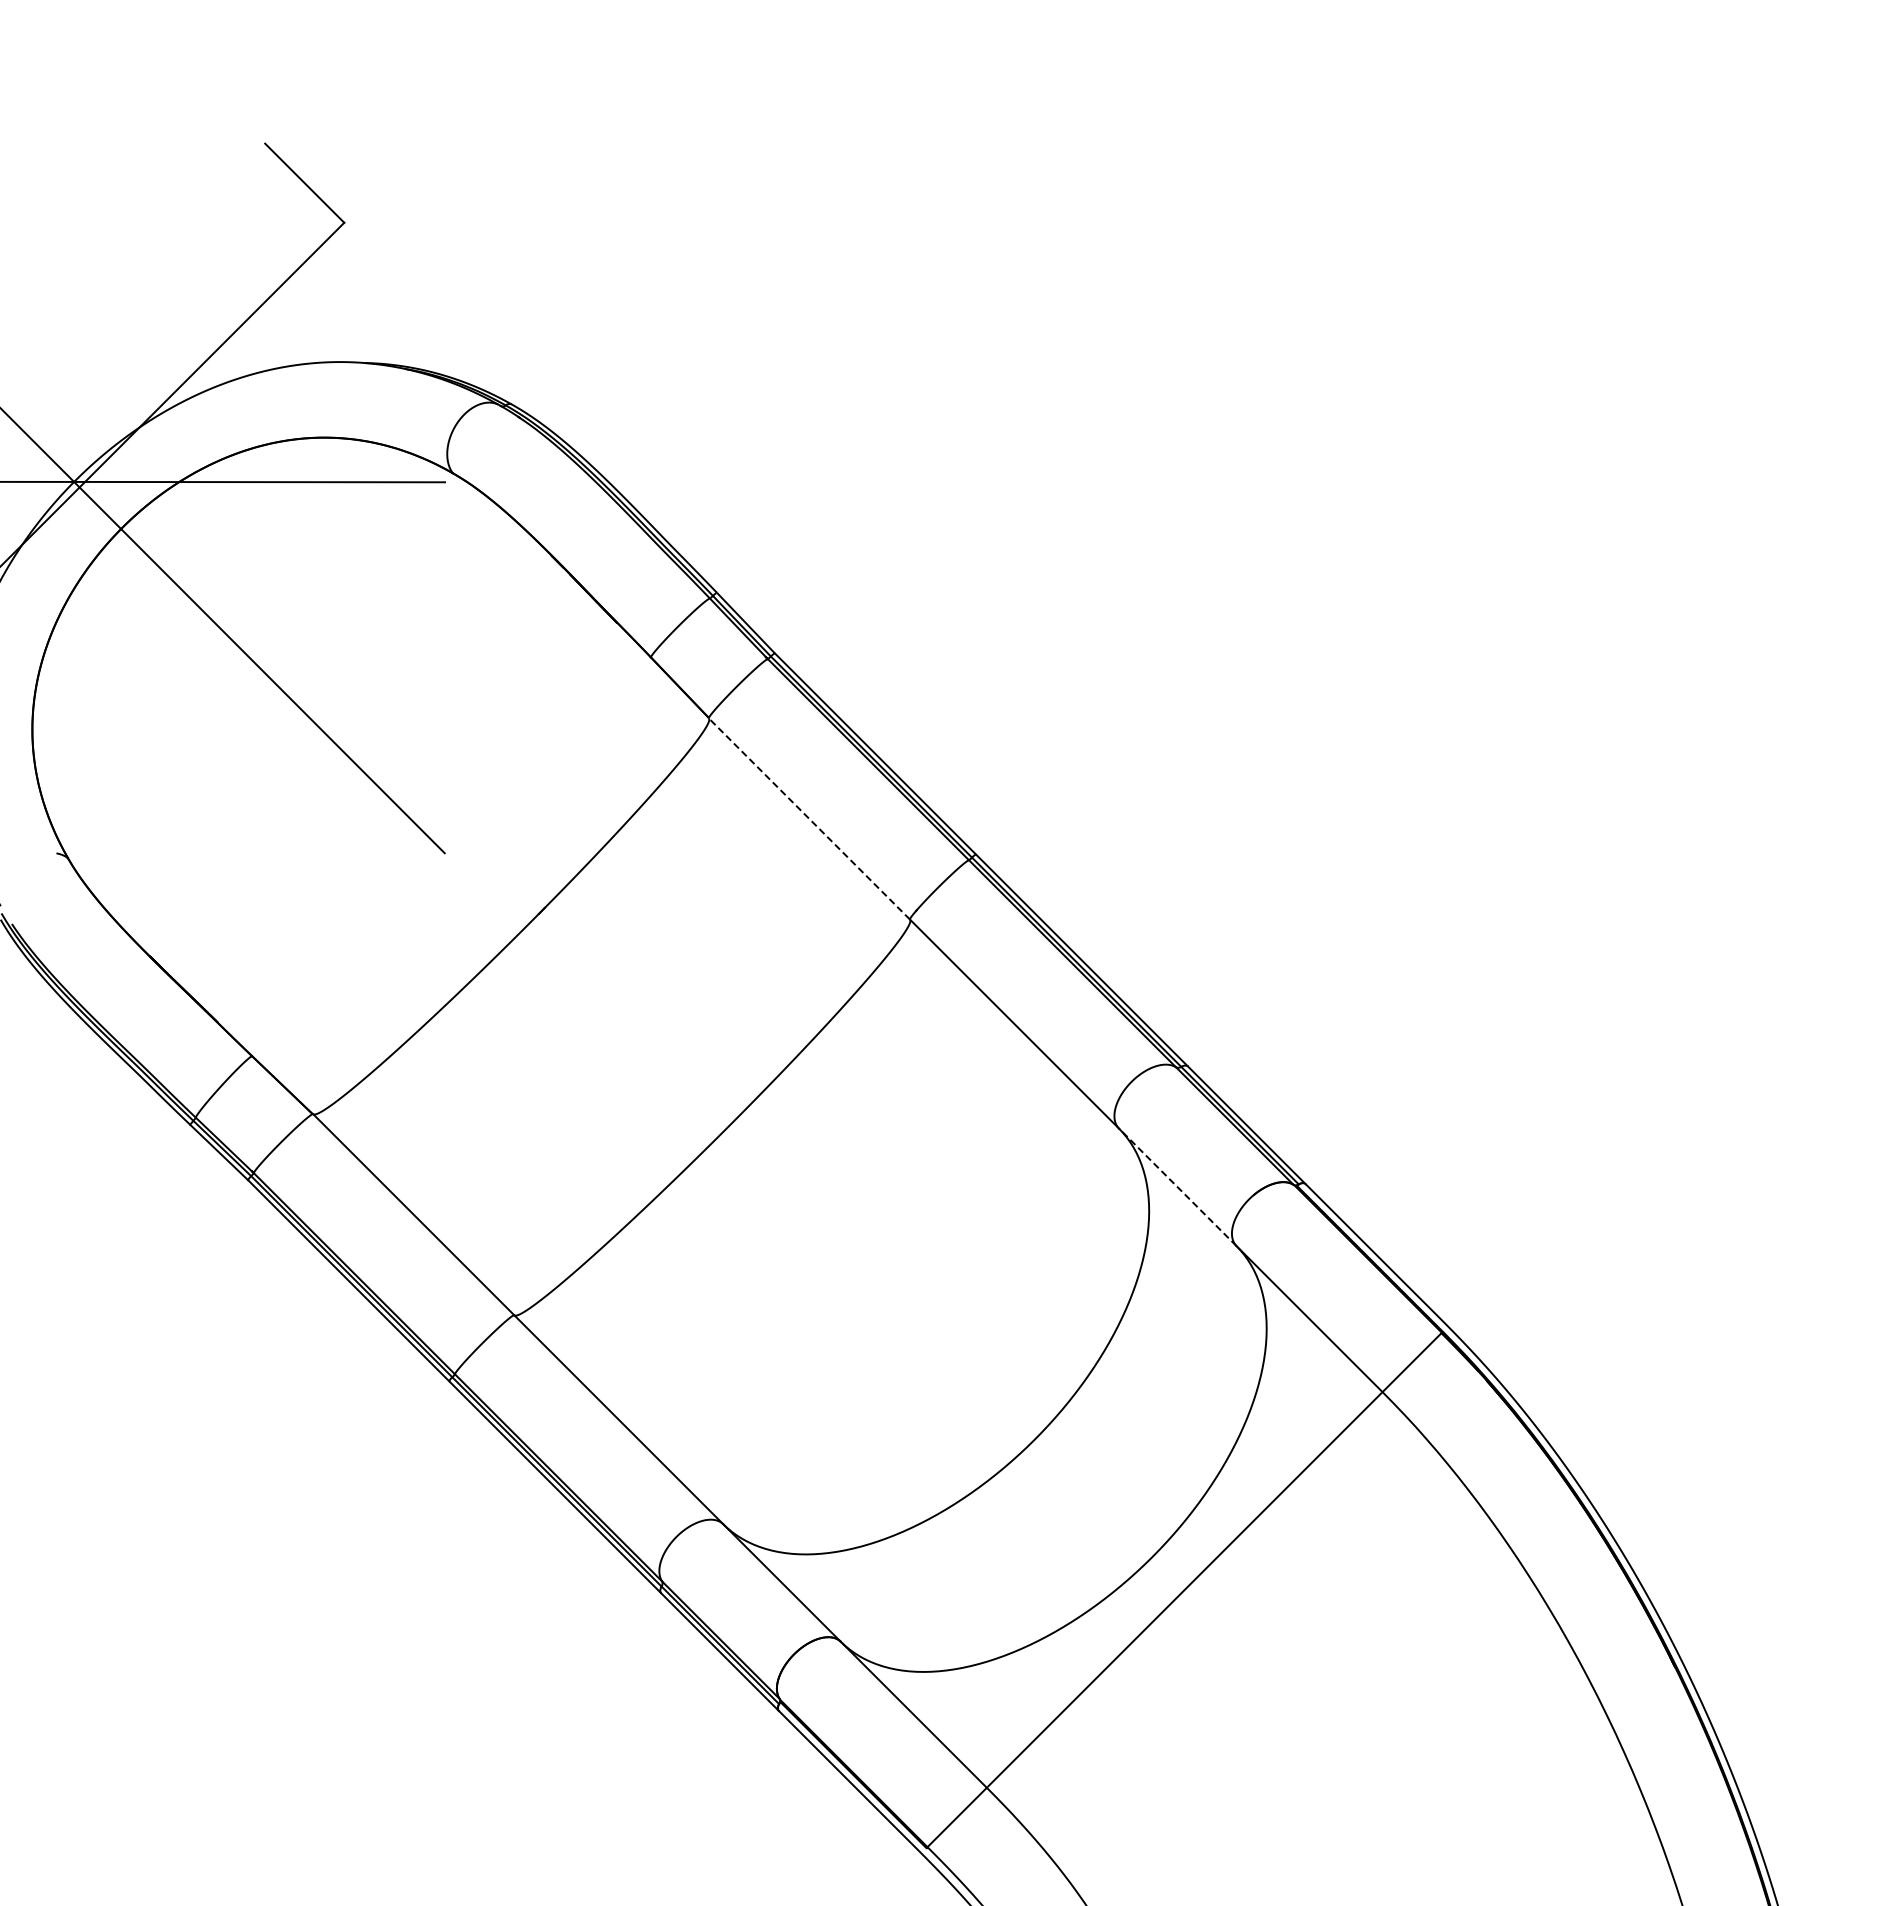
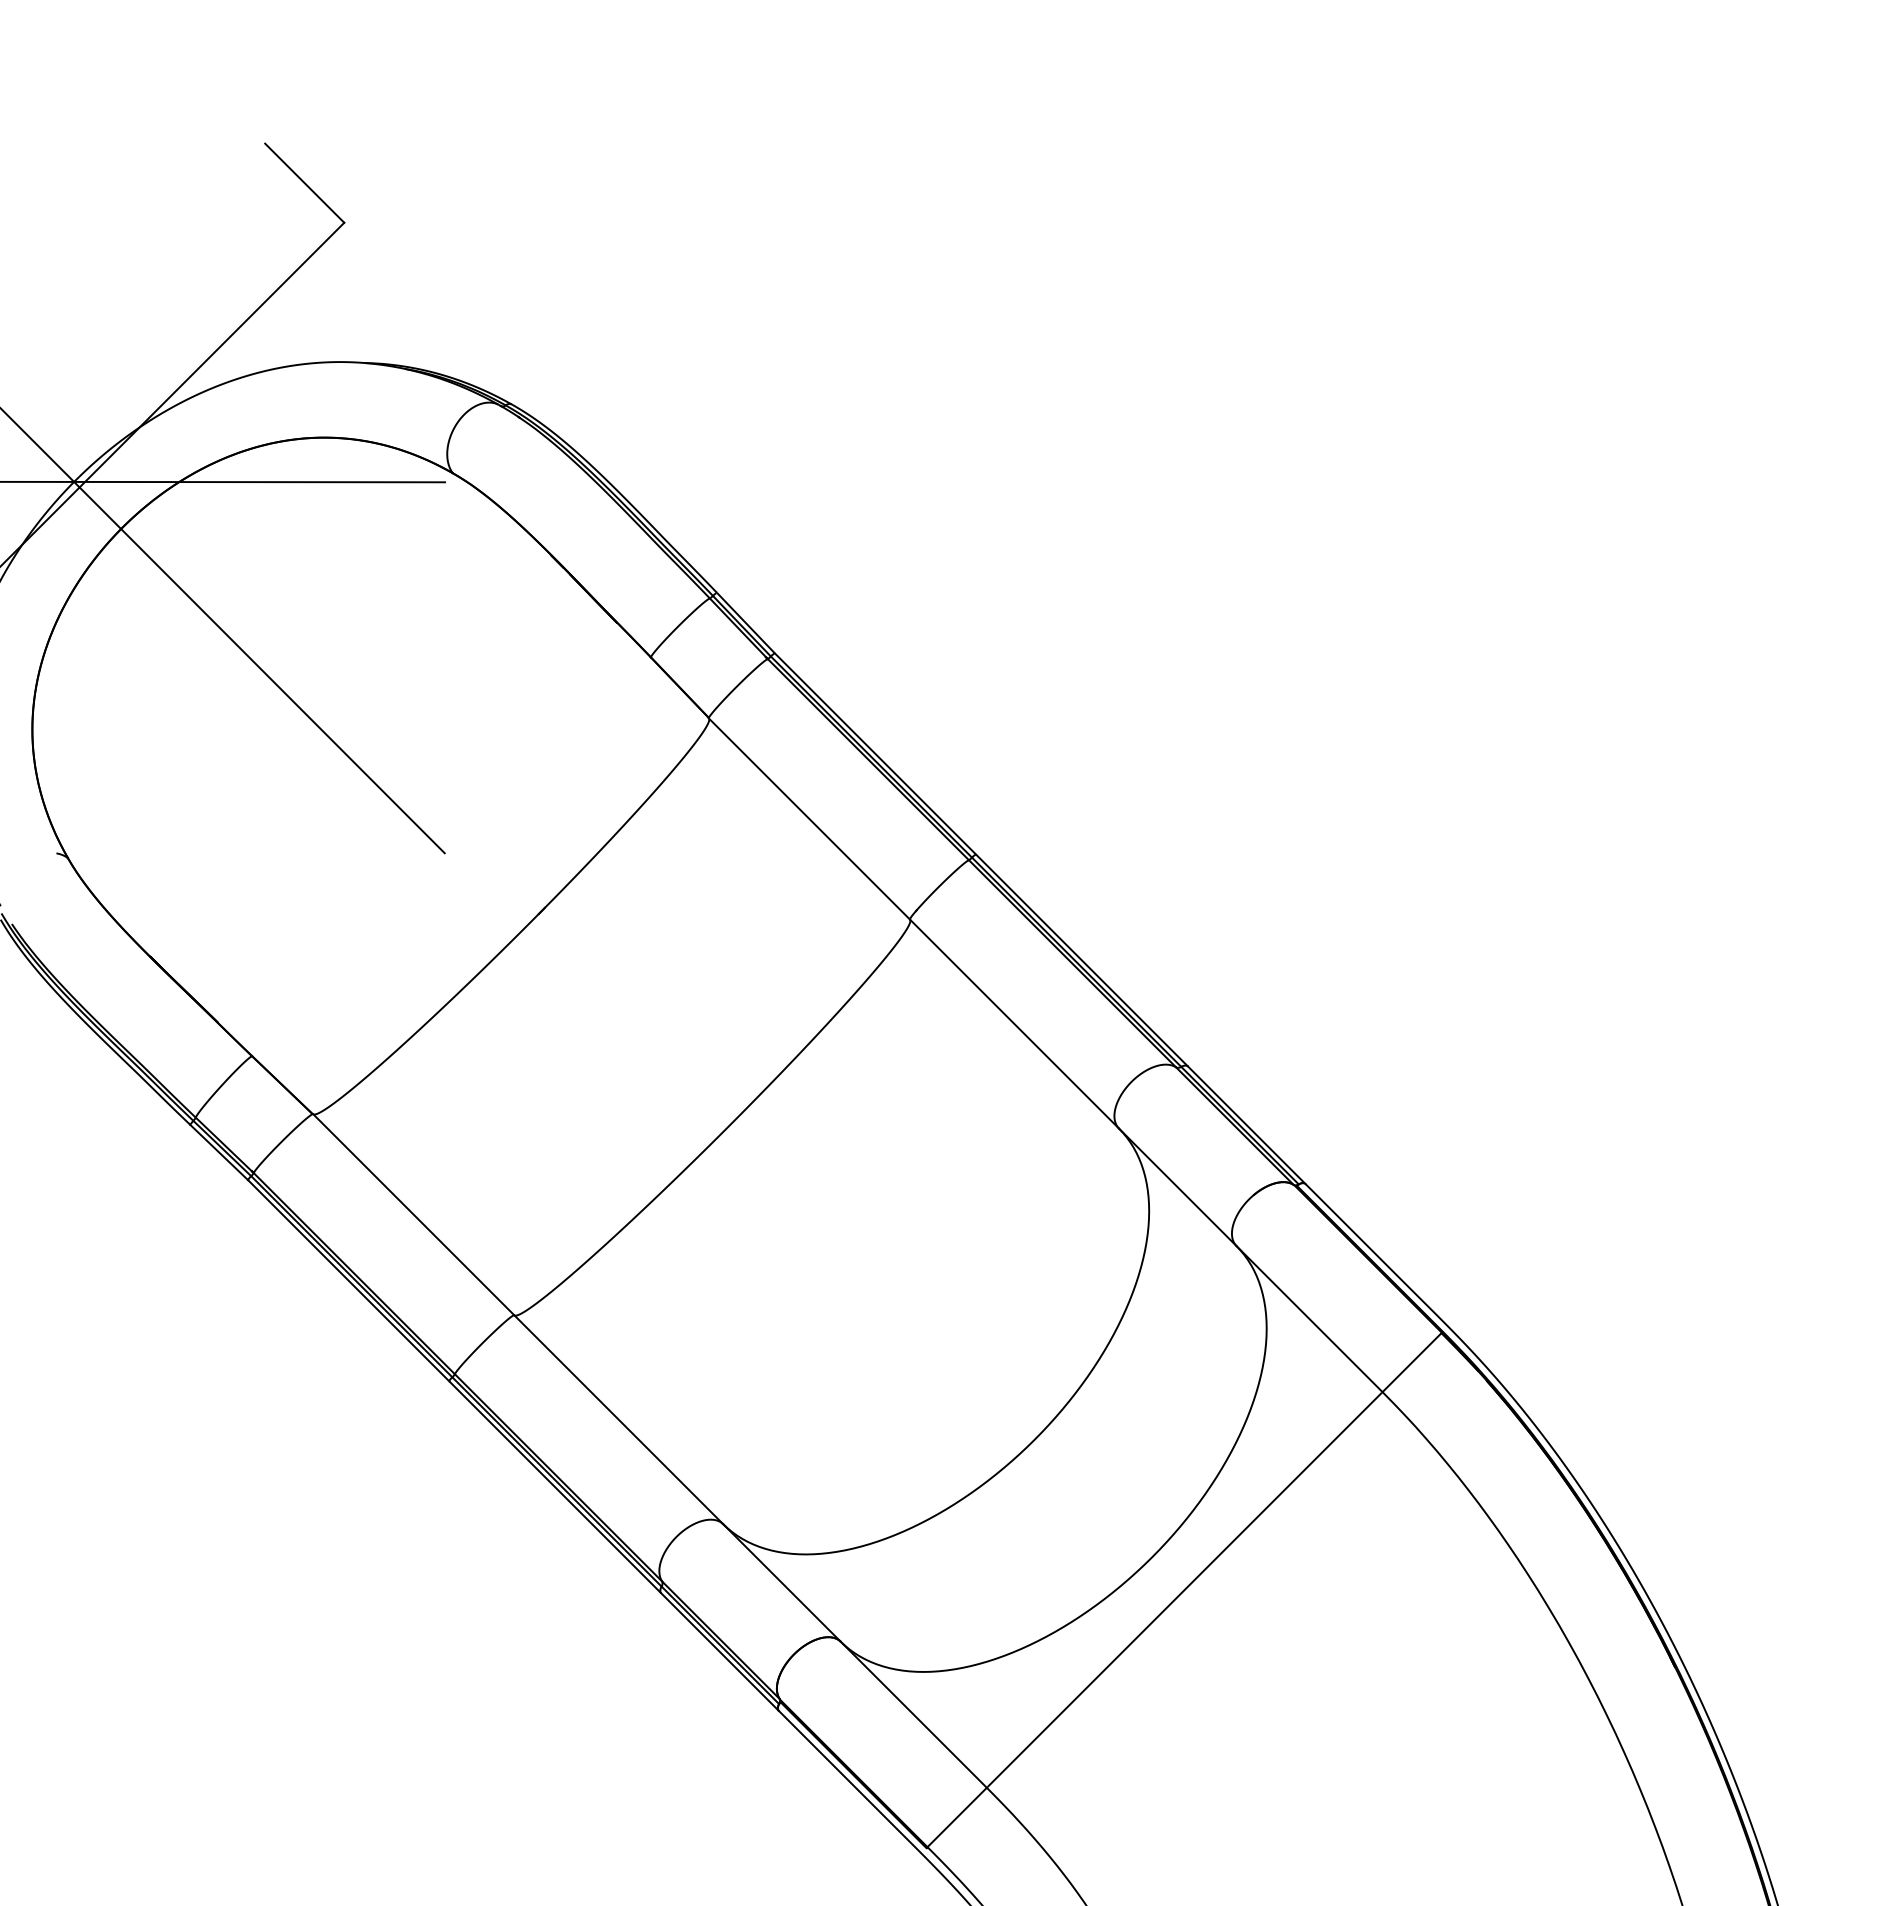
line at (809, 818): dashed -> solid
line at (1177, 1186): dashed -> solid
